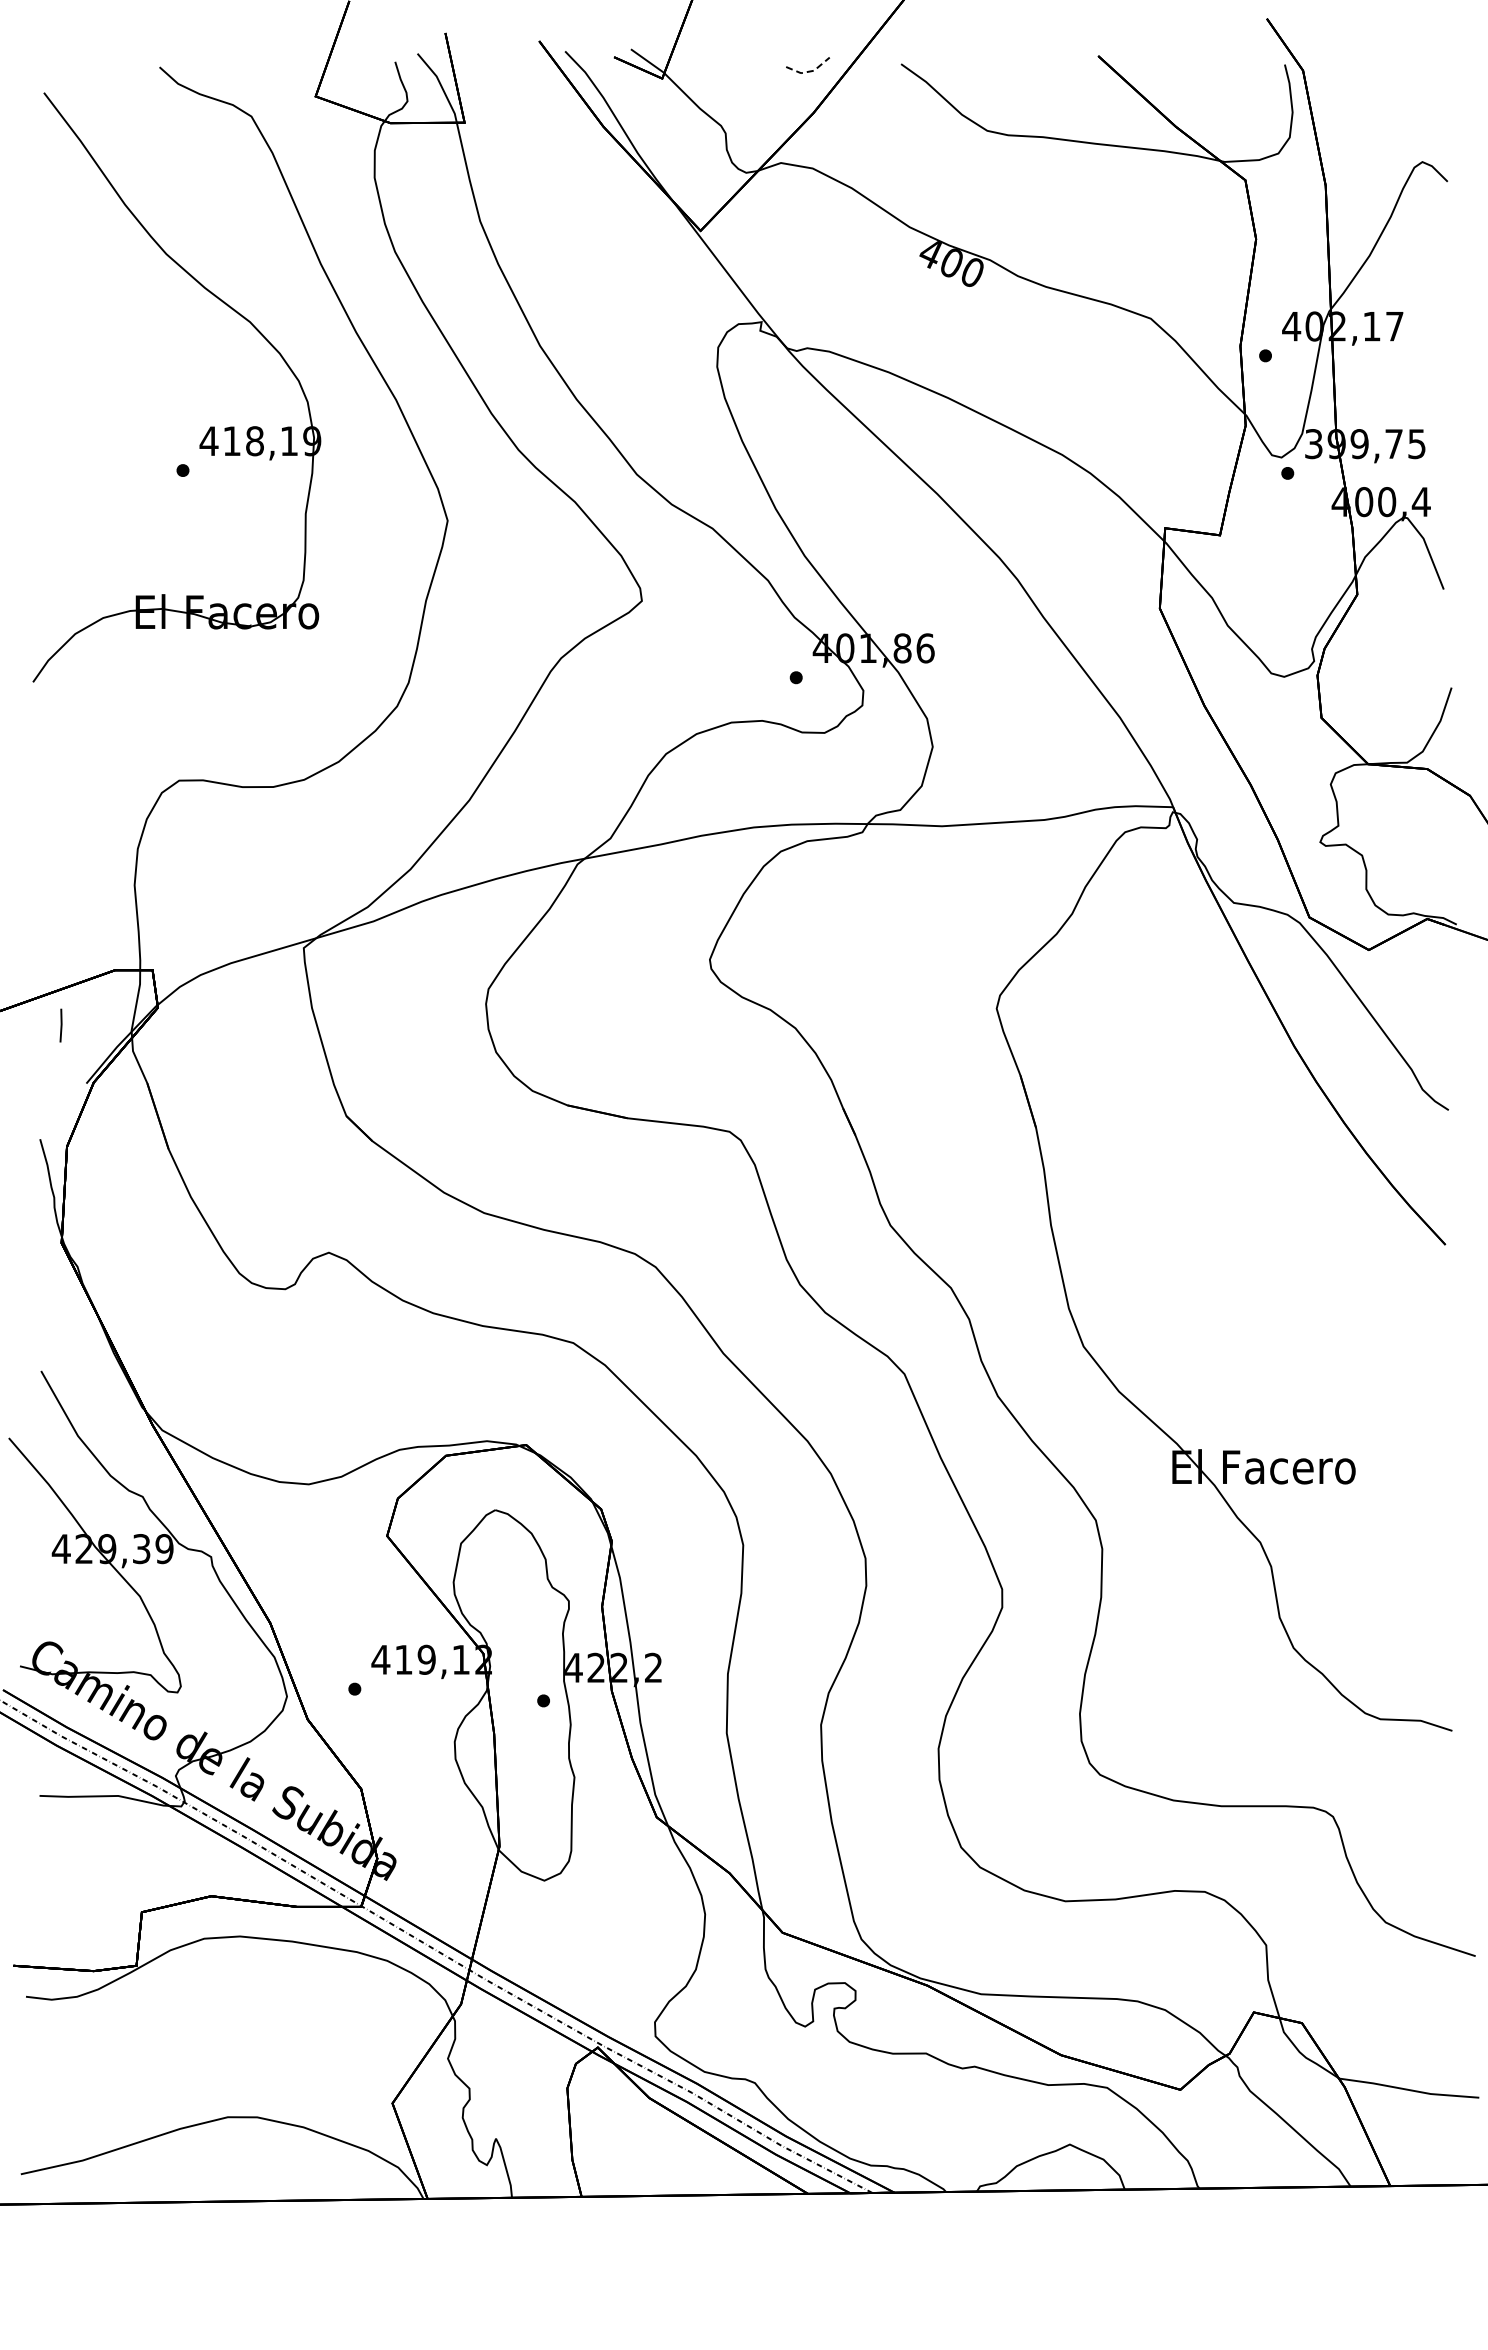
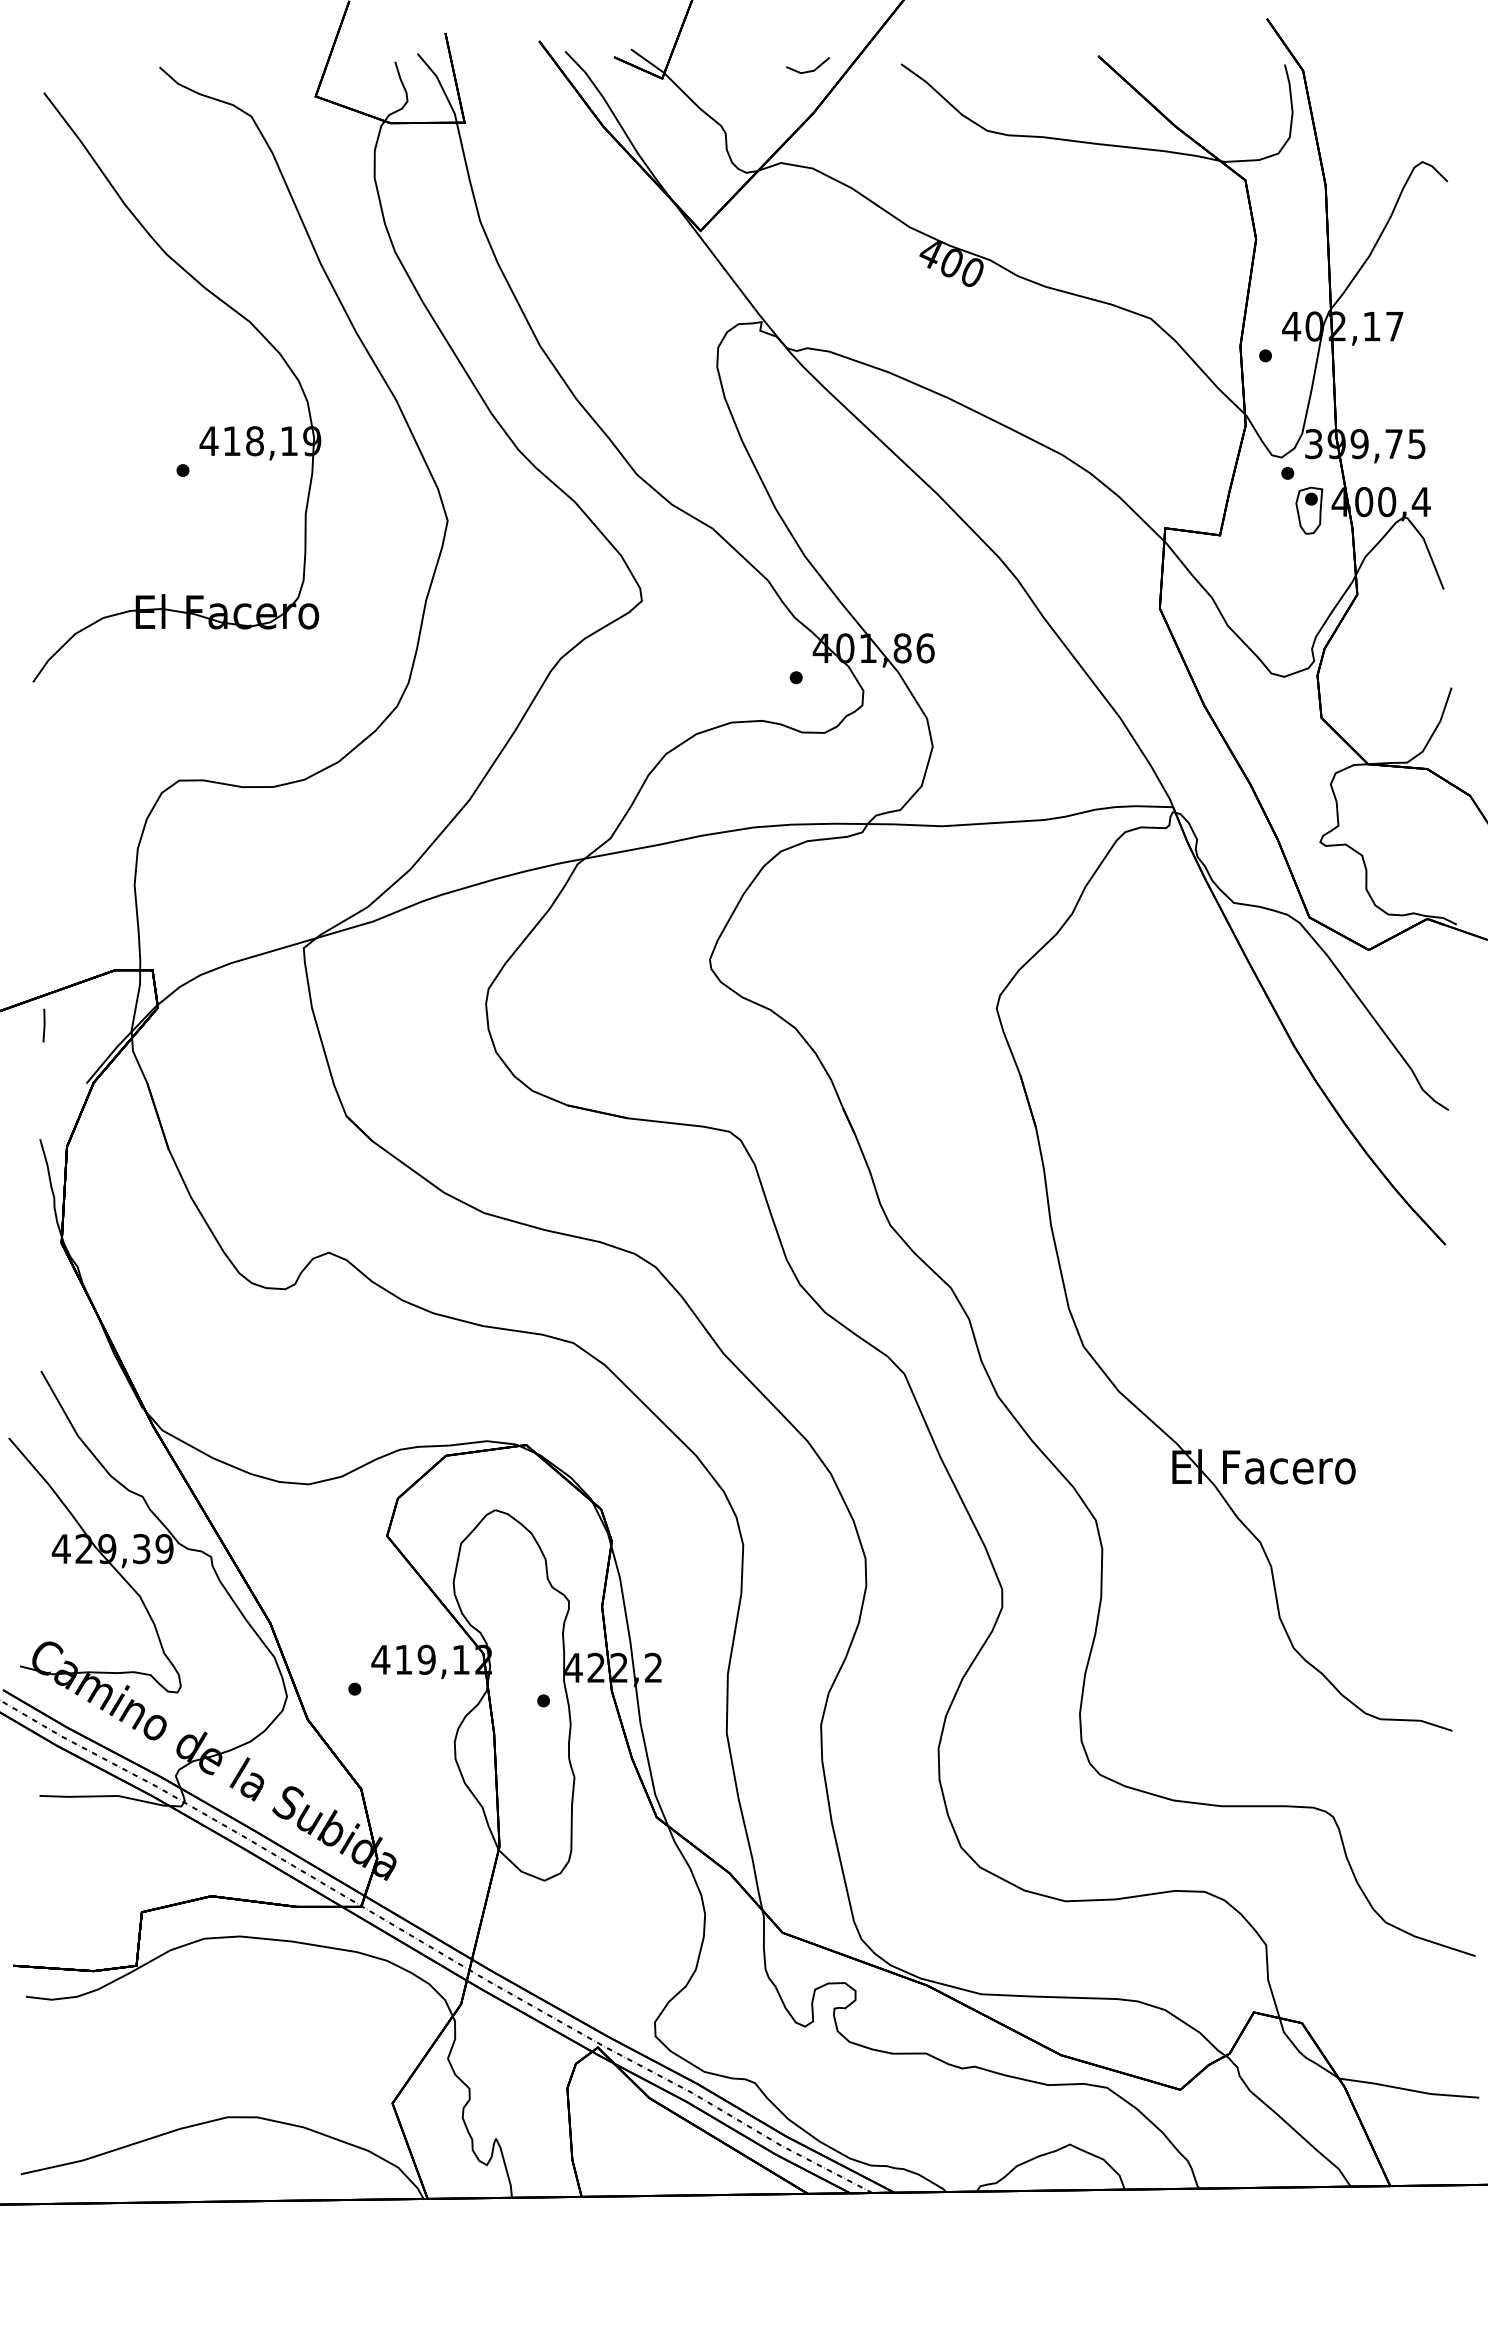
line at (809, 71): dashed -> solid
part at (1309, 510): none -> present
line at (60, 1025) position: (60, 1025) -> (43, 1025)
